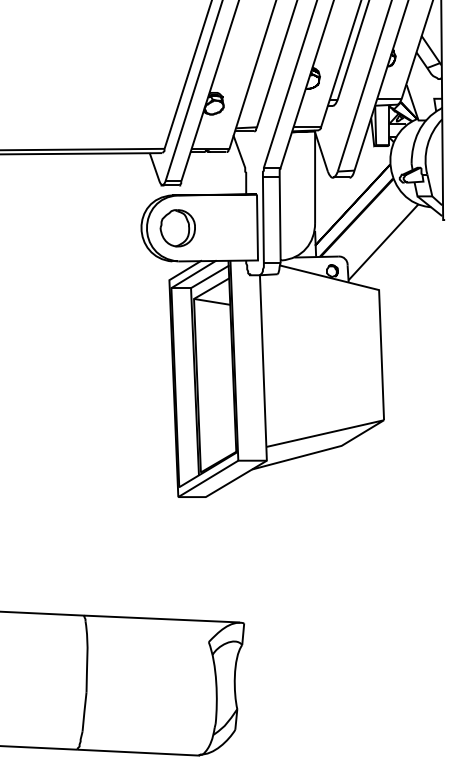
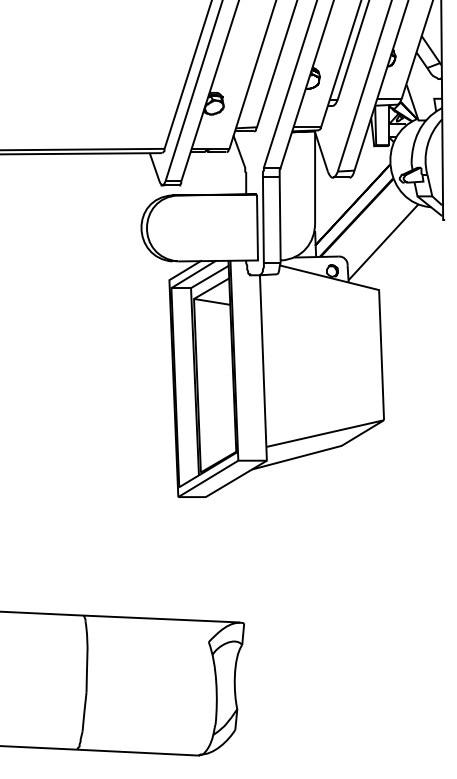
part at (177, 228): present -> none
